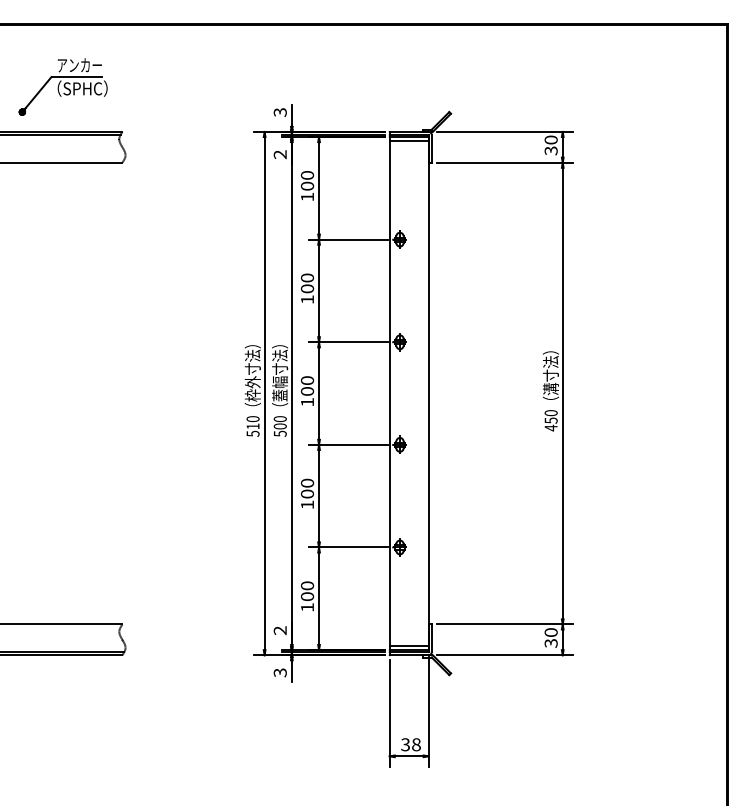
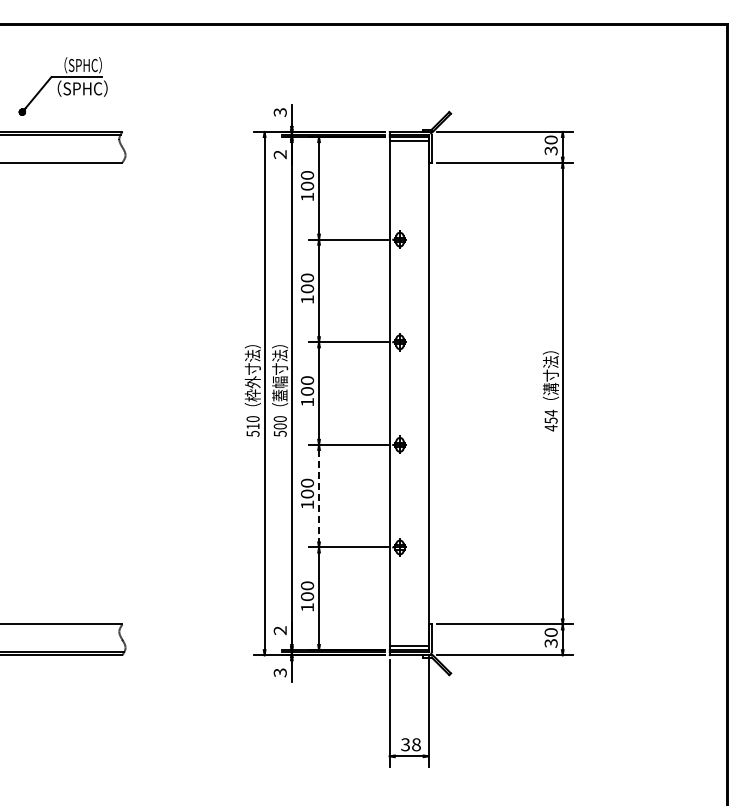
text at (79, 65): アンカー -> （SPHC）
text at (550, 412): 450 -> 454
line at (319, 496): solid -> dashed
